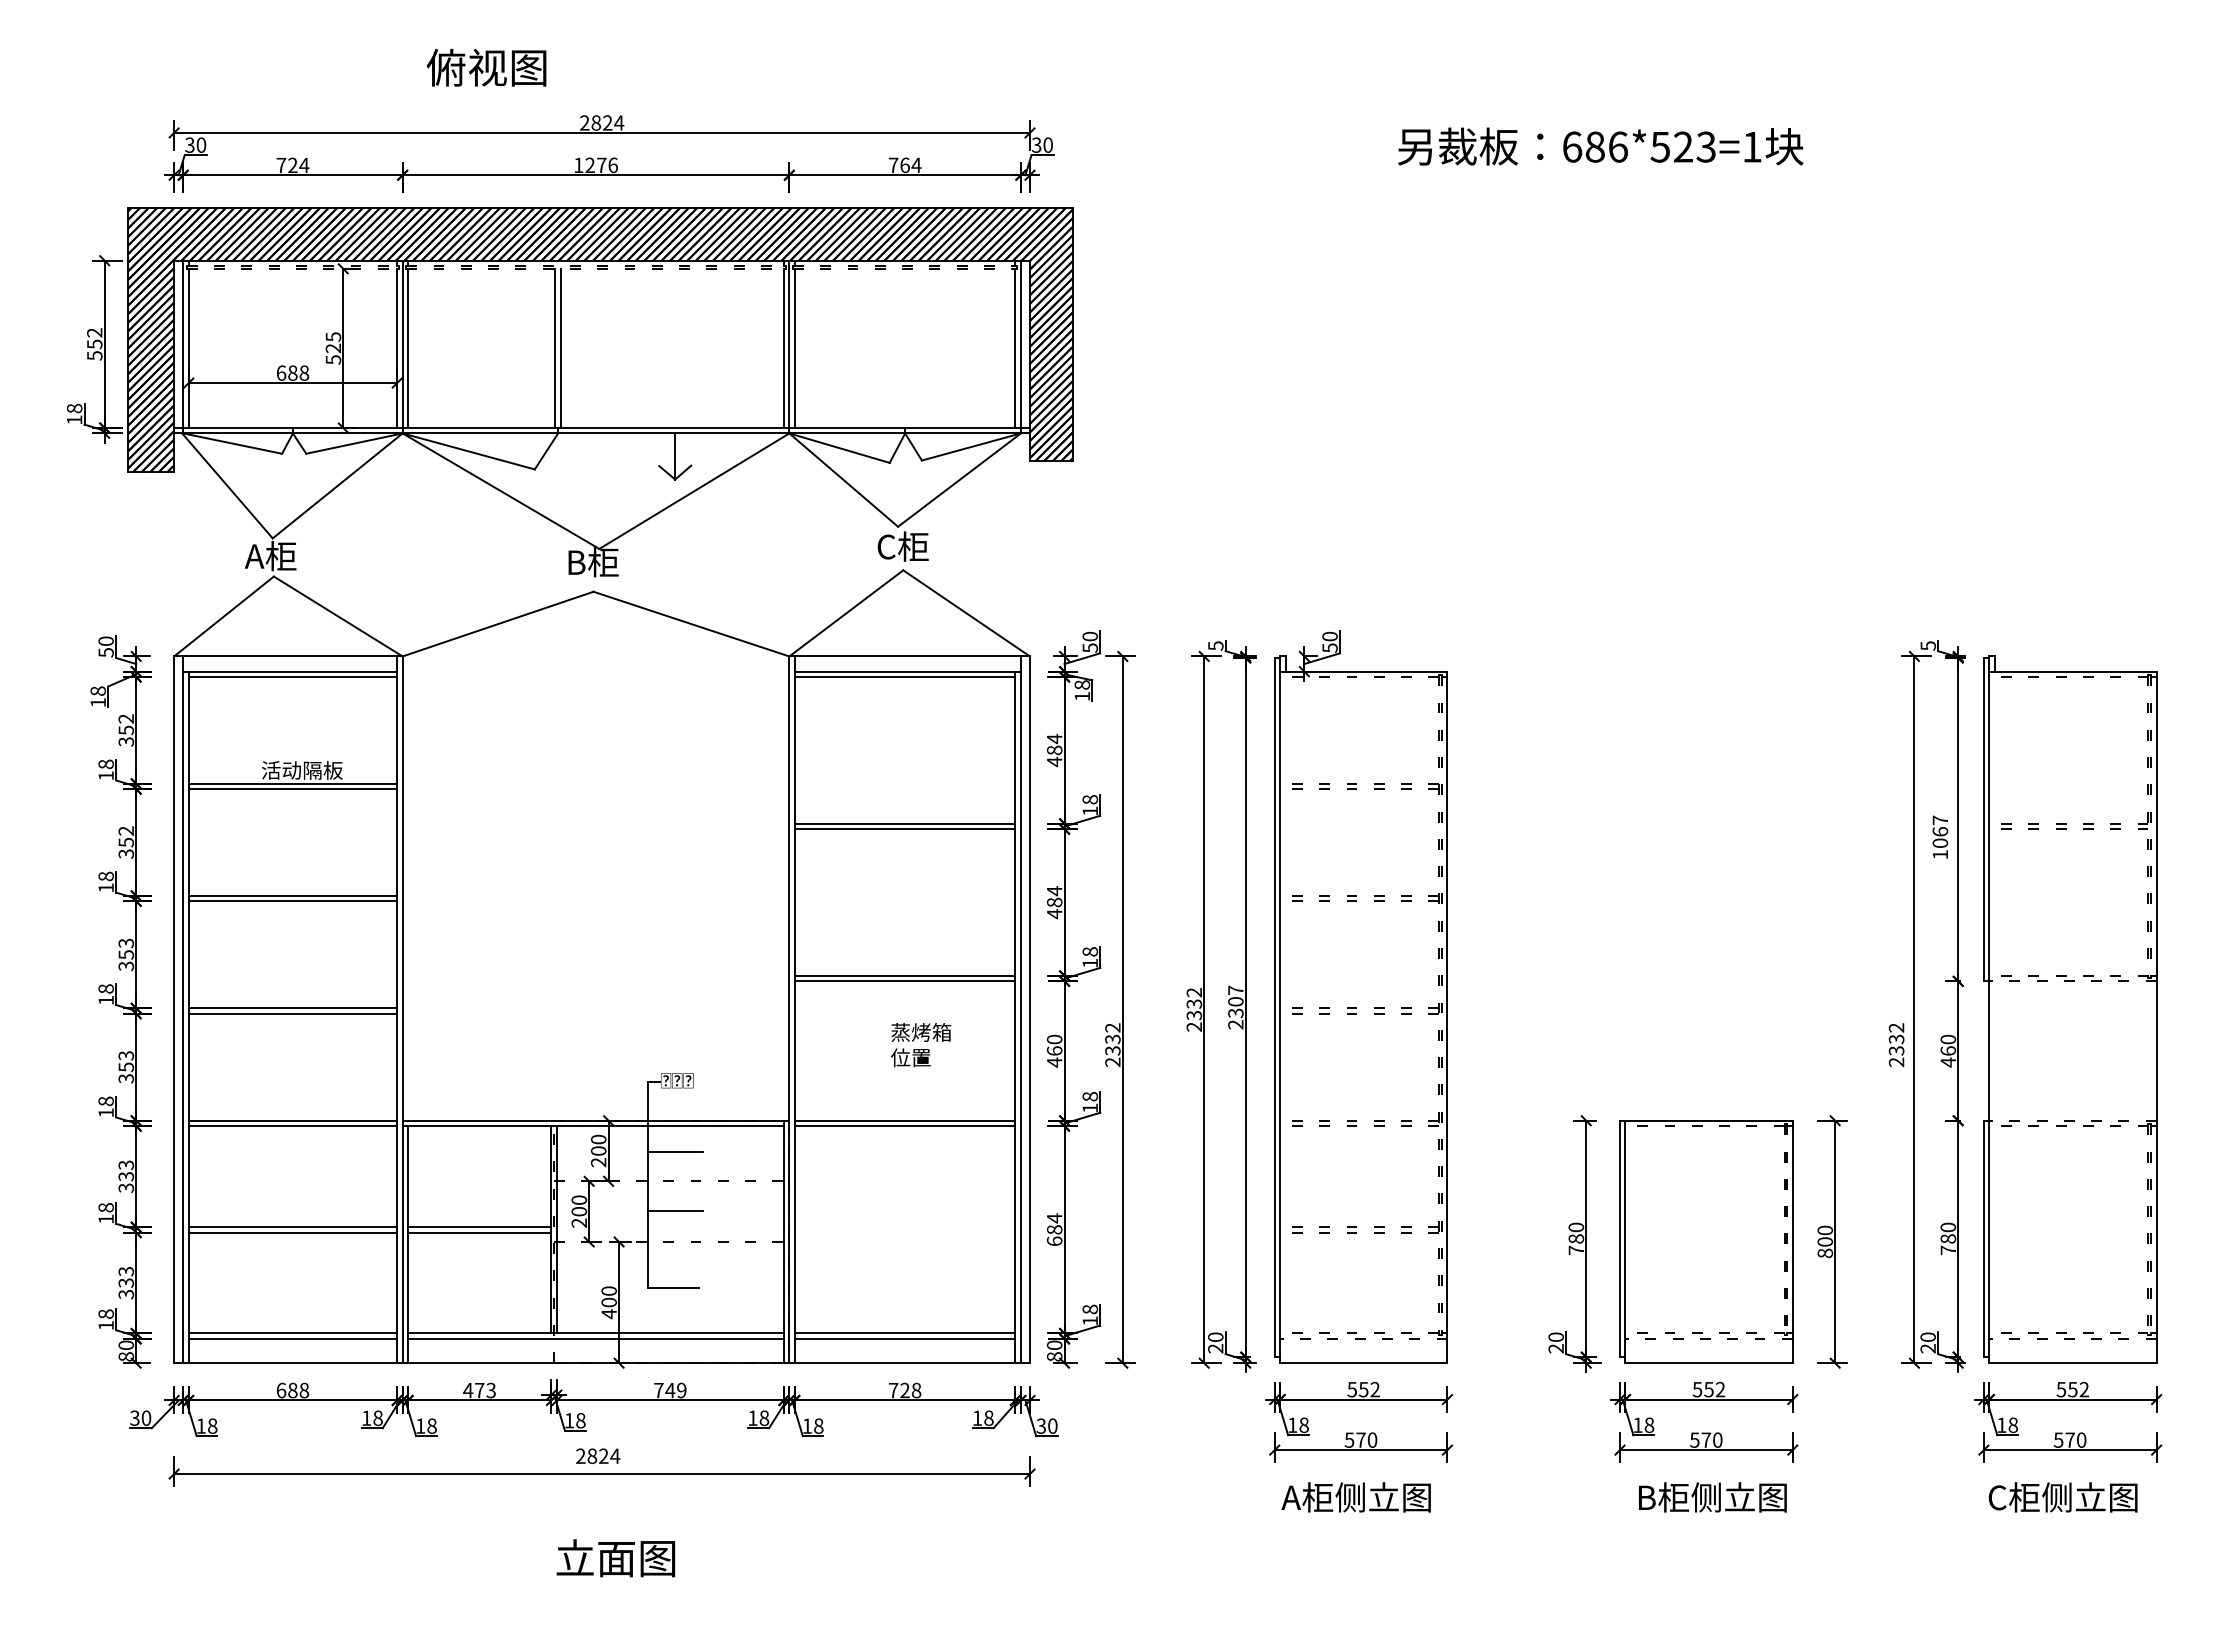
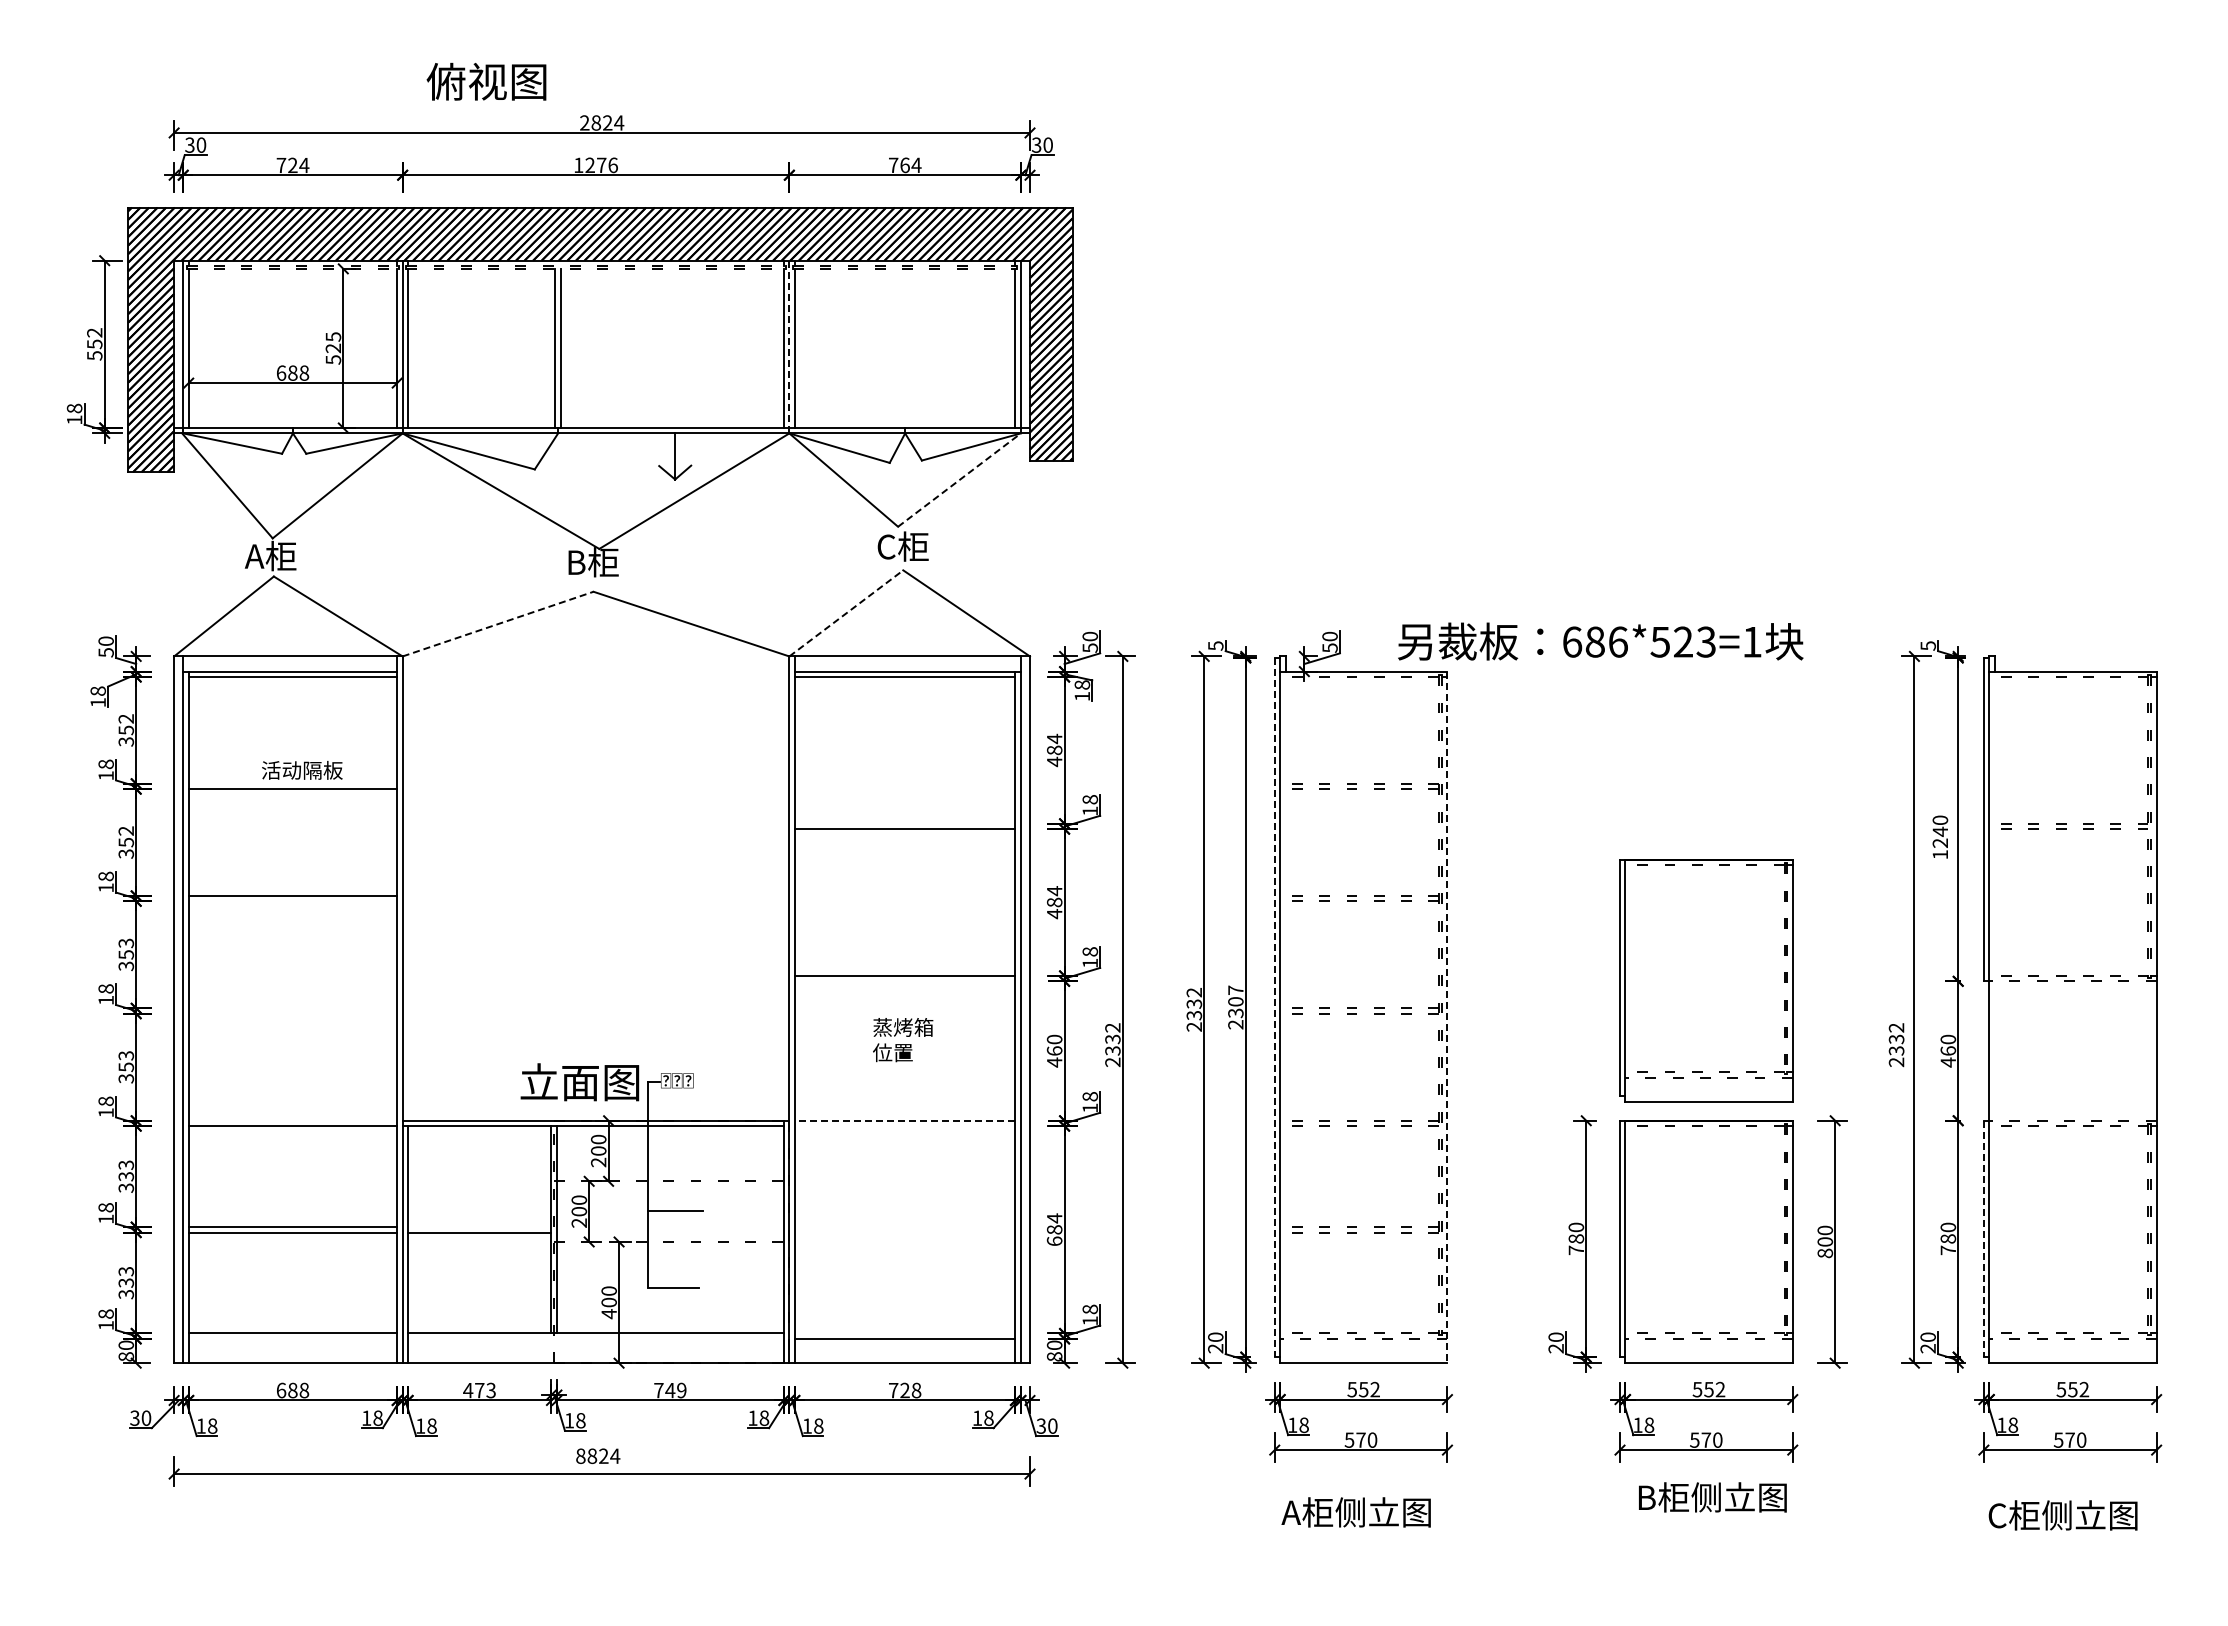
text at (486, 67) position: (486, 67) -> (486, 81)
text at (1600, 146) position: (1600, 146) -> (1600, 641)
line at (789, 346): solid -> dashed
line at (959, 479): solid -> dashed
line at (846, 613): solid -> dashed
line at (498, 624): solid -> dashed
line at (292, 783): present -> none
line at (904, 823): present -> none
text at (1940, 831): 1067 -> 1240
line at (292, 901): present -> none
part at (1706, 980): none -> present
line at (904, 981): present -> none
line at (1274, 1007): solid -> dashed
line at (292, 1008): present -> none
line at (292, 1013): present -> none
line at (1447, 1017): solid -> dashed
text at (921, 1045) position: (921, 1045) -> (903, 1040)
line at (292, 1120): present -> none
line at (904, 1120): solid -> dashed
line at (904, 1126): present -> none
line at (675, 1152): present -> none
line at (479, 1227): present -> none
line at (1983, 1239): solid -> dashed
line at (904, 1333): present -> none
line at (292, 1338): present -> none
line at (595, 1338): present -> none
text at (580, 1455): 2824 -> 8824
text at (1355, 1497) position: (1355, 1497) -> (1355, 1512)
text at (2062, 1497) position: (2062, 1497) -> (2062, 1515)
text at (615, 1558) position: (615, 1558) -> (579, 1082)
